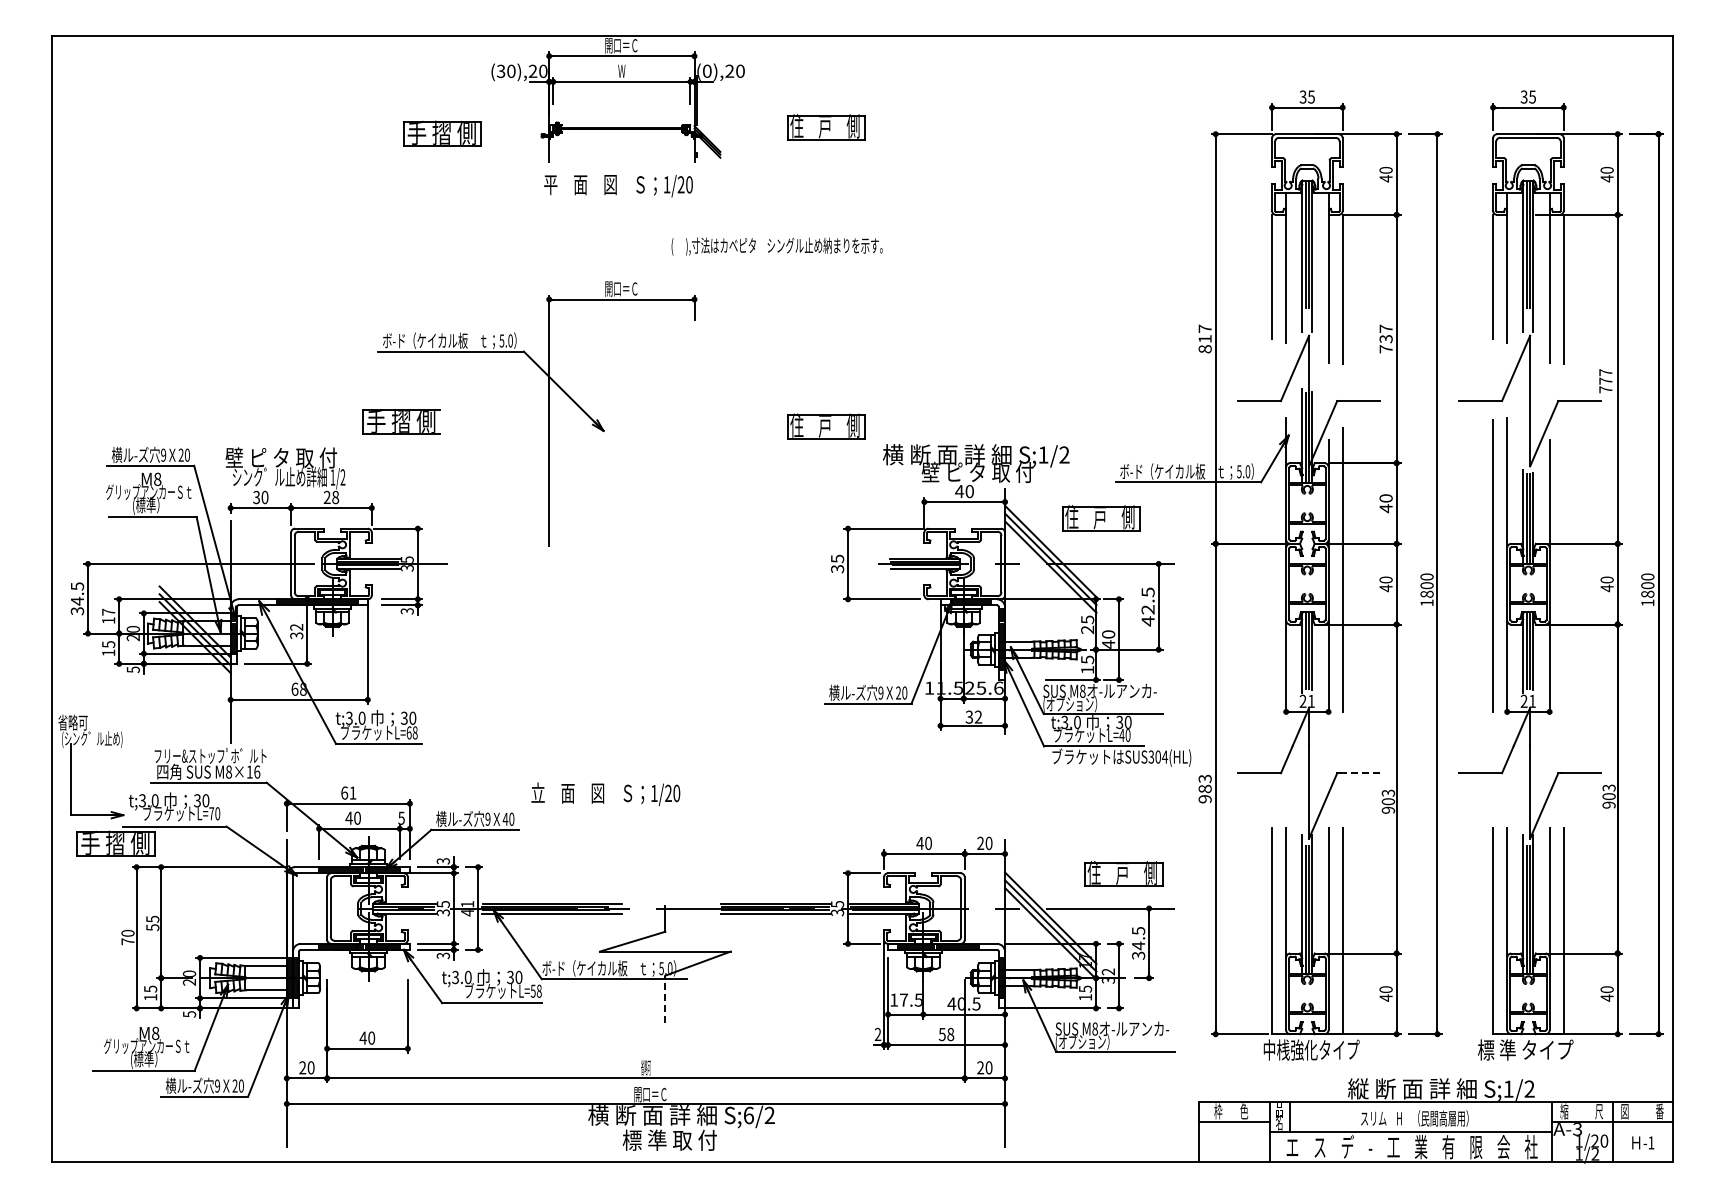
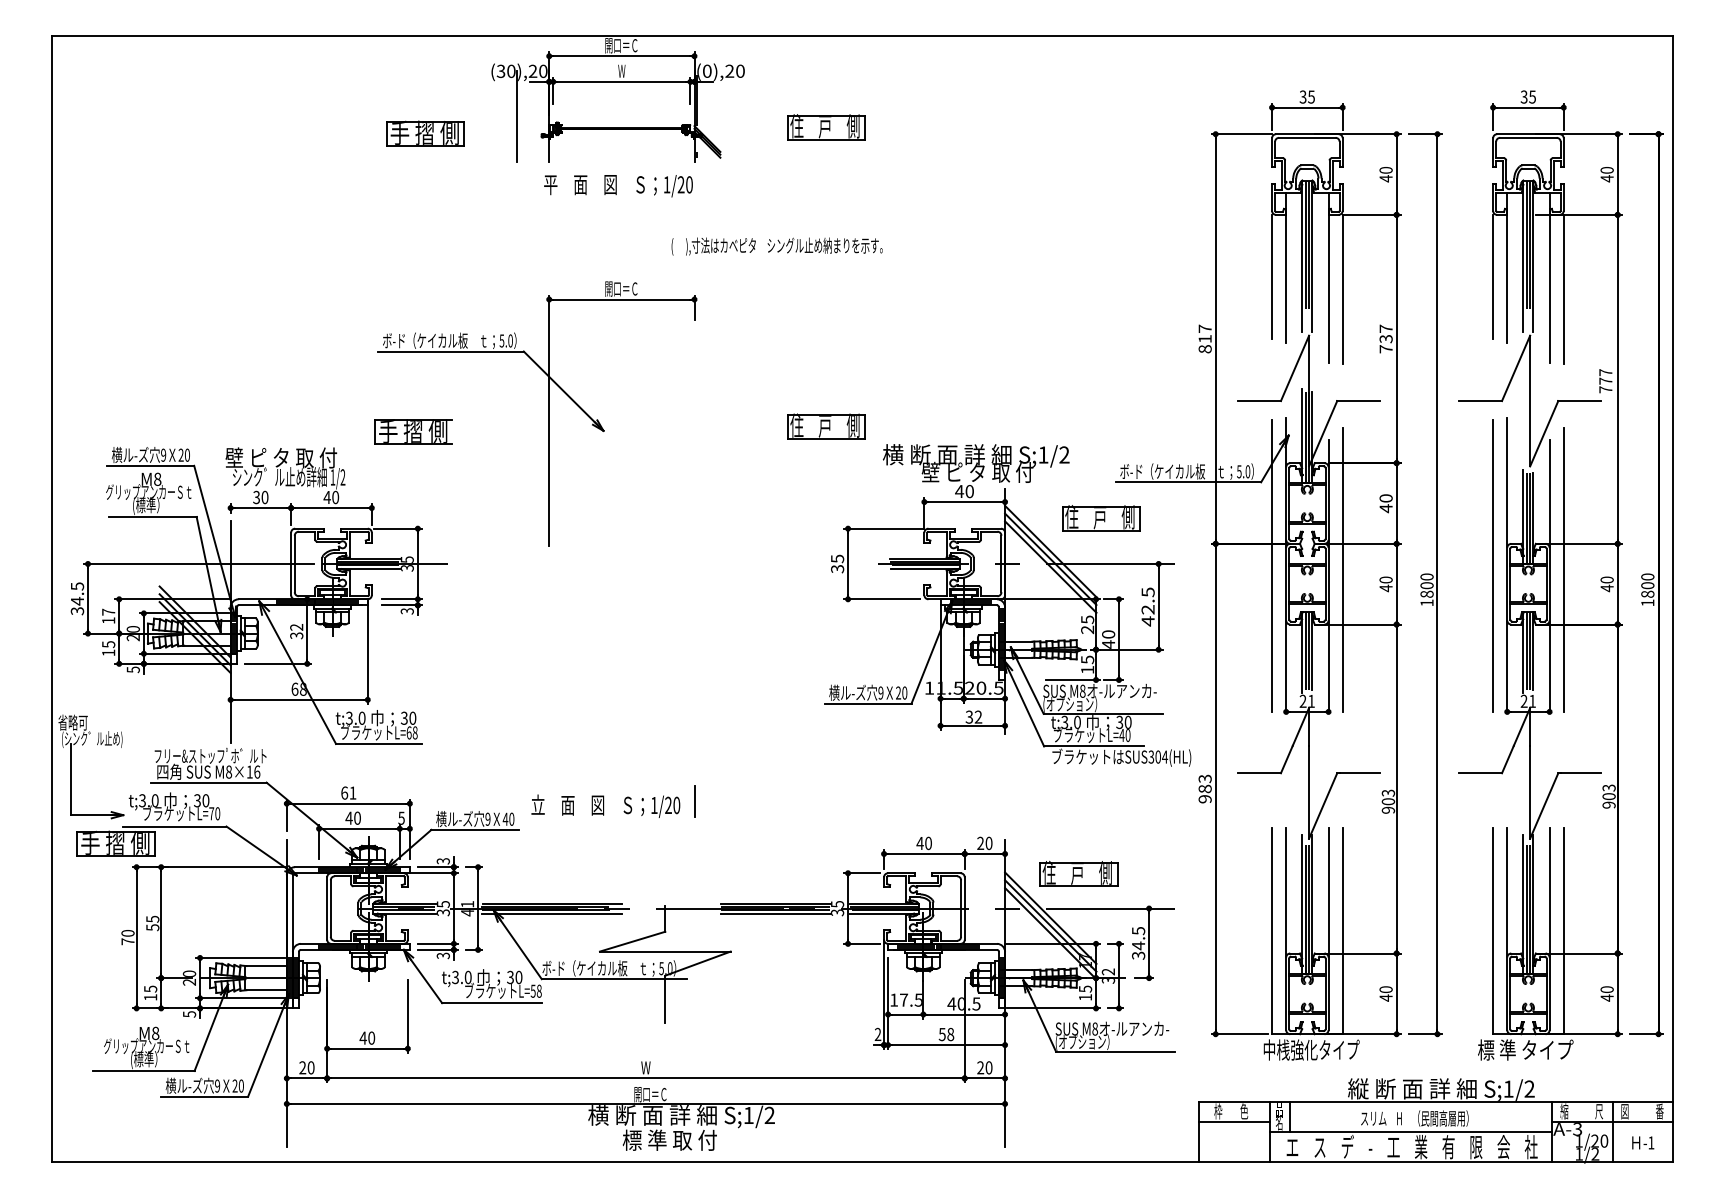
line at (516, 115): none -> present
part at (442, 133) position: (442, 133) -> (425, 133)
part at (401, 421) position: (401, 421) -> (413, 431)
text at (331, 496): 28 -> 40
line at (1272, 565): none -> present
line at (1563, 569): none -> present
text at (989, 687): 25.6 -> 20.5
line at (1360, 773): dashed -> solid
text at (605, 793) position: (605, 793) -> (605, 805)
line at (694, 801): none -> present
part at (1123, 873) position: (1123, 873) -> (1078, 873)
line at (665, 999): dashed -> solid
text at (645, 1067): 省略可 -> W
text at (748, 1115): S;6/2 -> S;1/2
